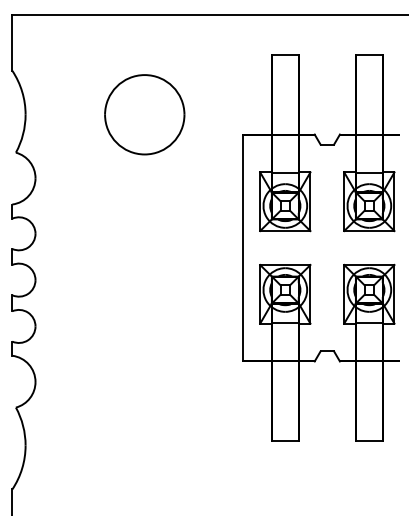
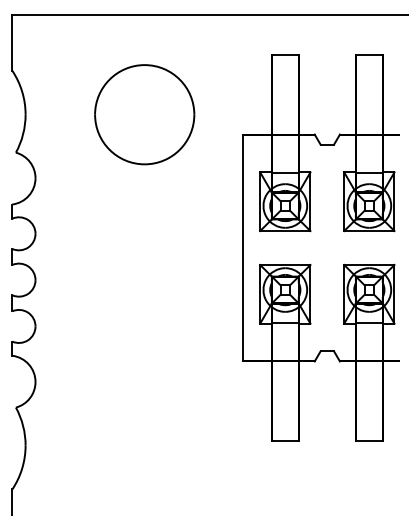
part at (144, 114) size: 82x82 px -> 102x102 px
